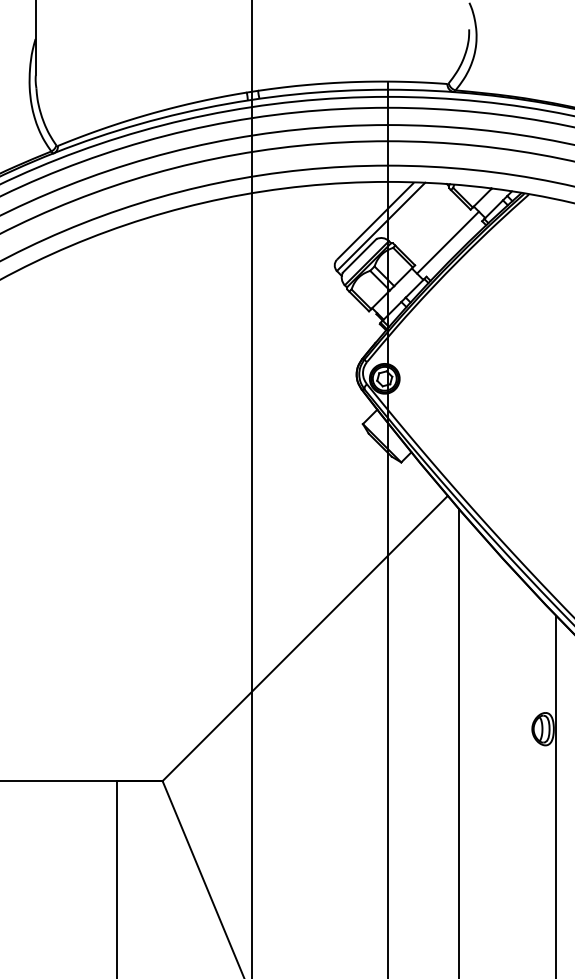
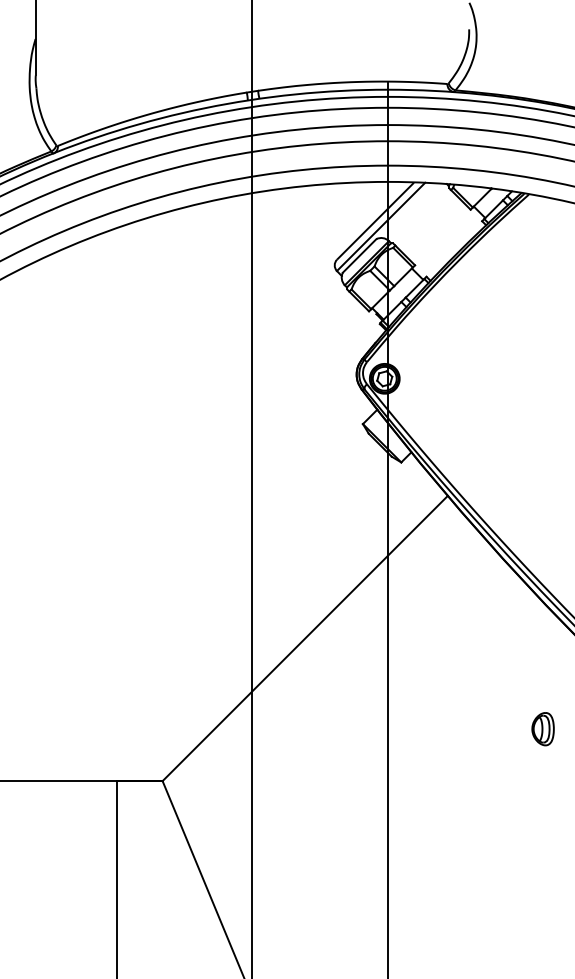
line at (447, 242): present -> none
line at (458, 741): present -> none
line at (556, 795): present -> none
